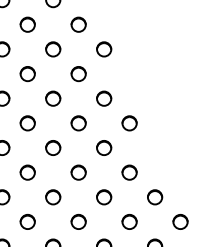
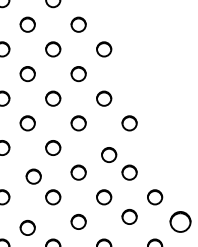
circle at (104, 147) position: (104, 147) -> (109, 154)
circle at (27, 172) position: (27, 172) -> (33, 176)
circle at (27, 221) position: (27, 221) -> (27, 227)
circle at (129, 221) position: (129, 221) -> (129, 216)
circle at (180, 221) size: 17x16 px -> 23x22 px
